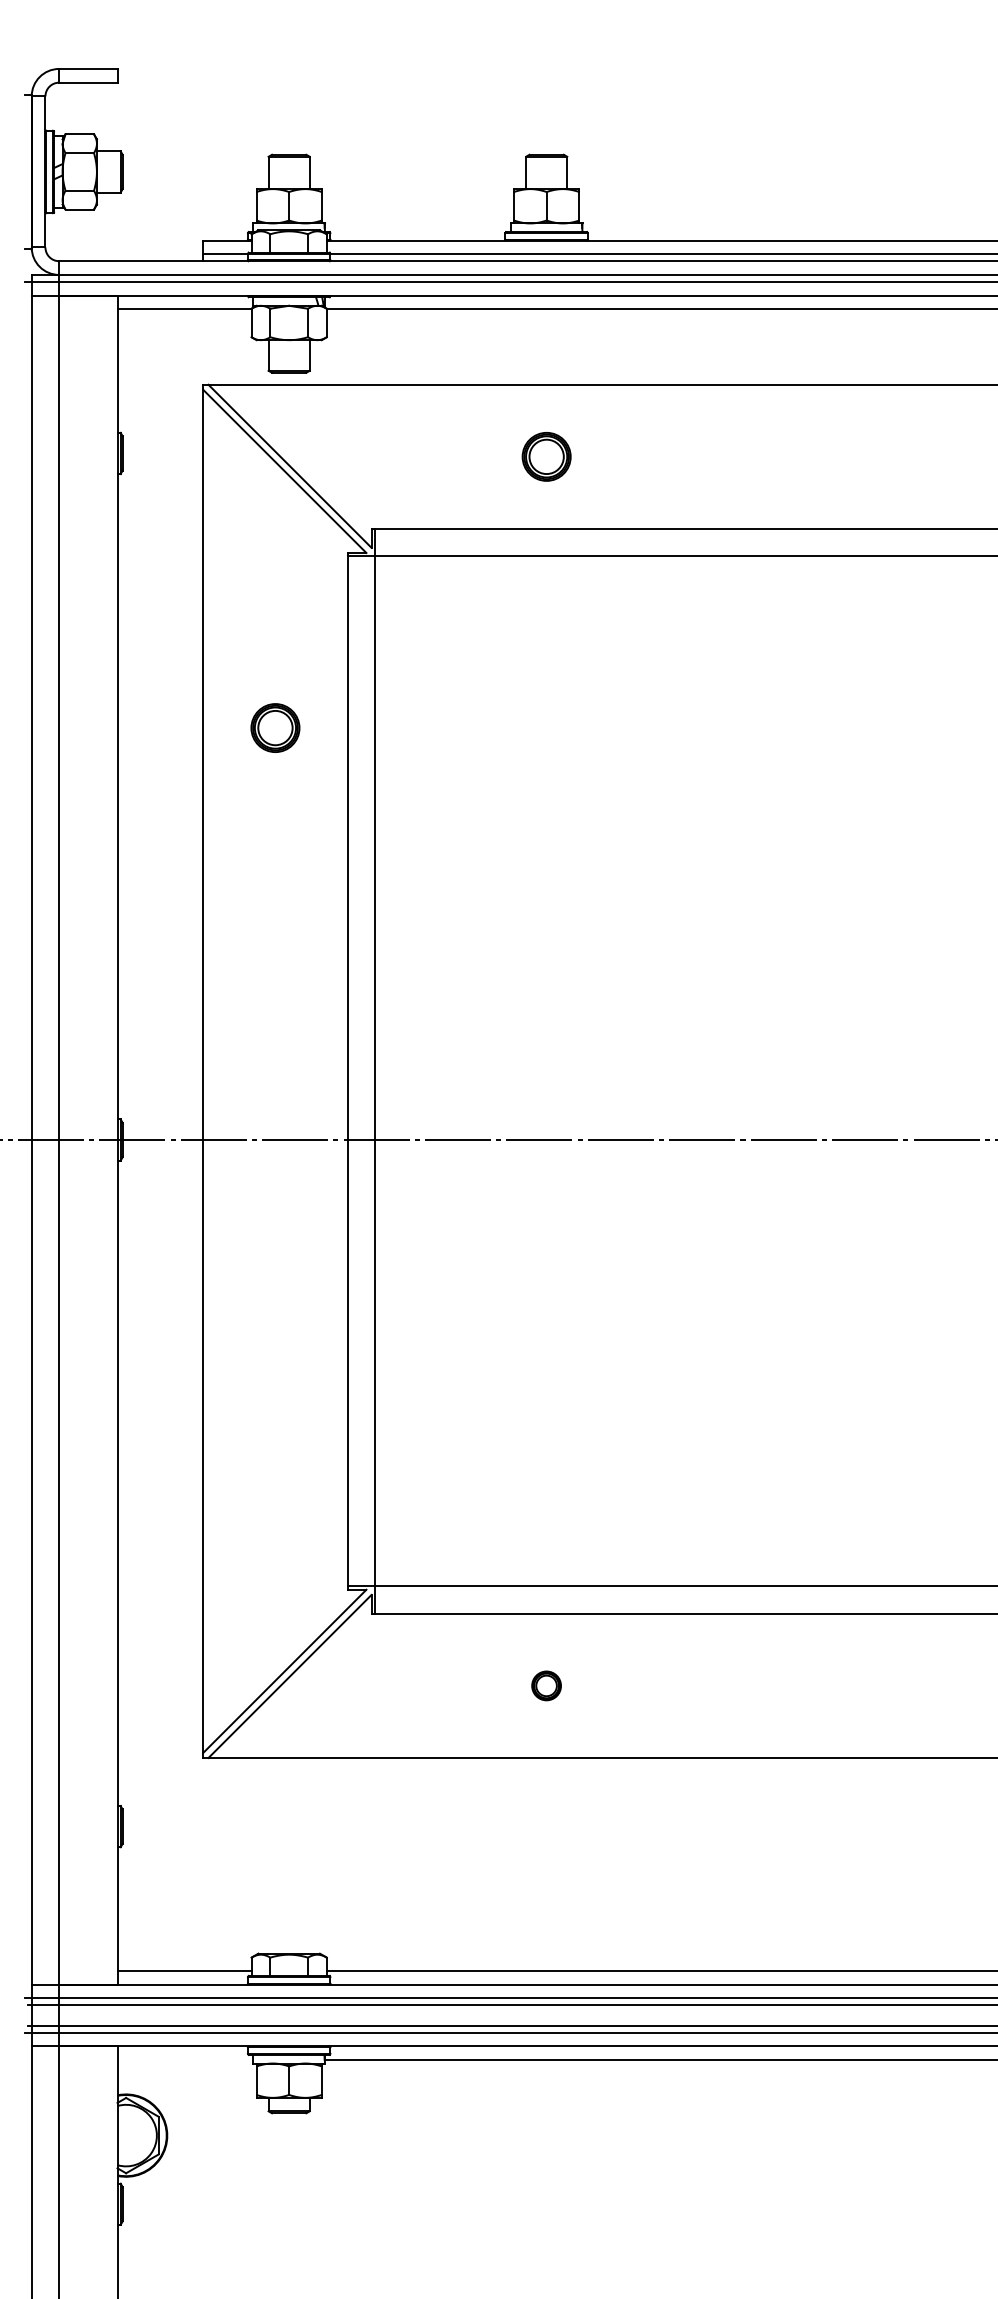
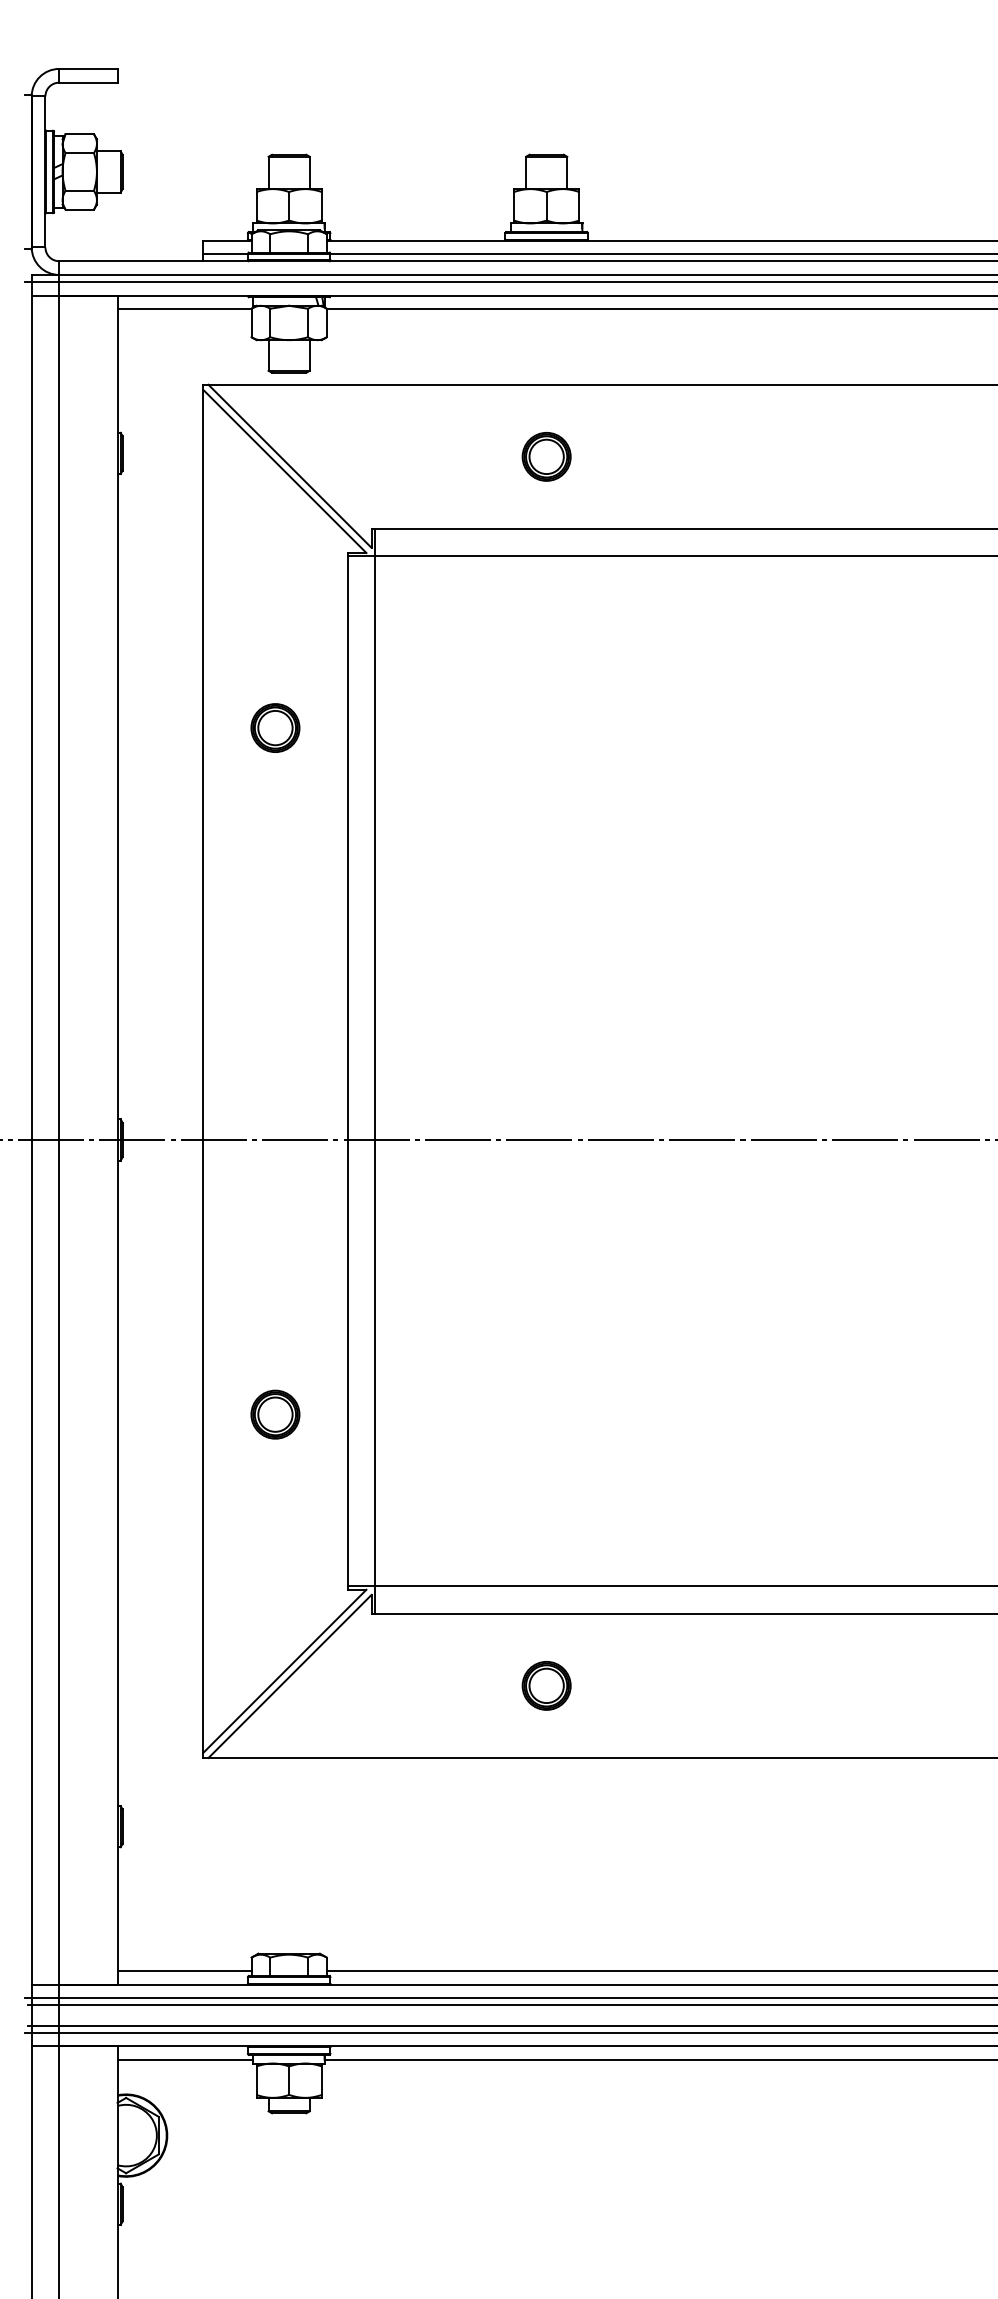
part at (275, 1414): none -> present
part at (546, 1685) size: 31x32 px -> 51x50 px
line at (185, 2060): none -> present
